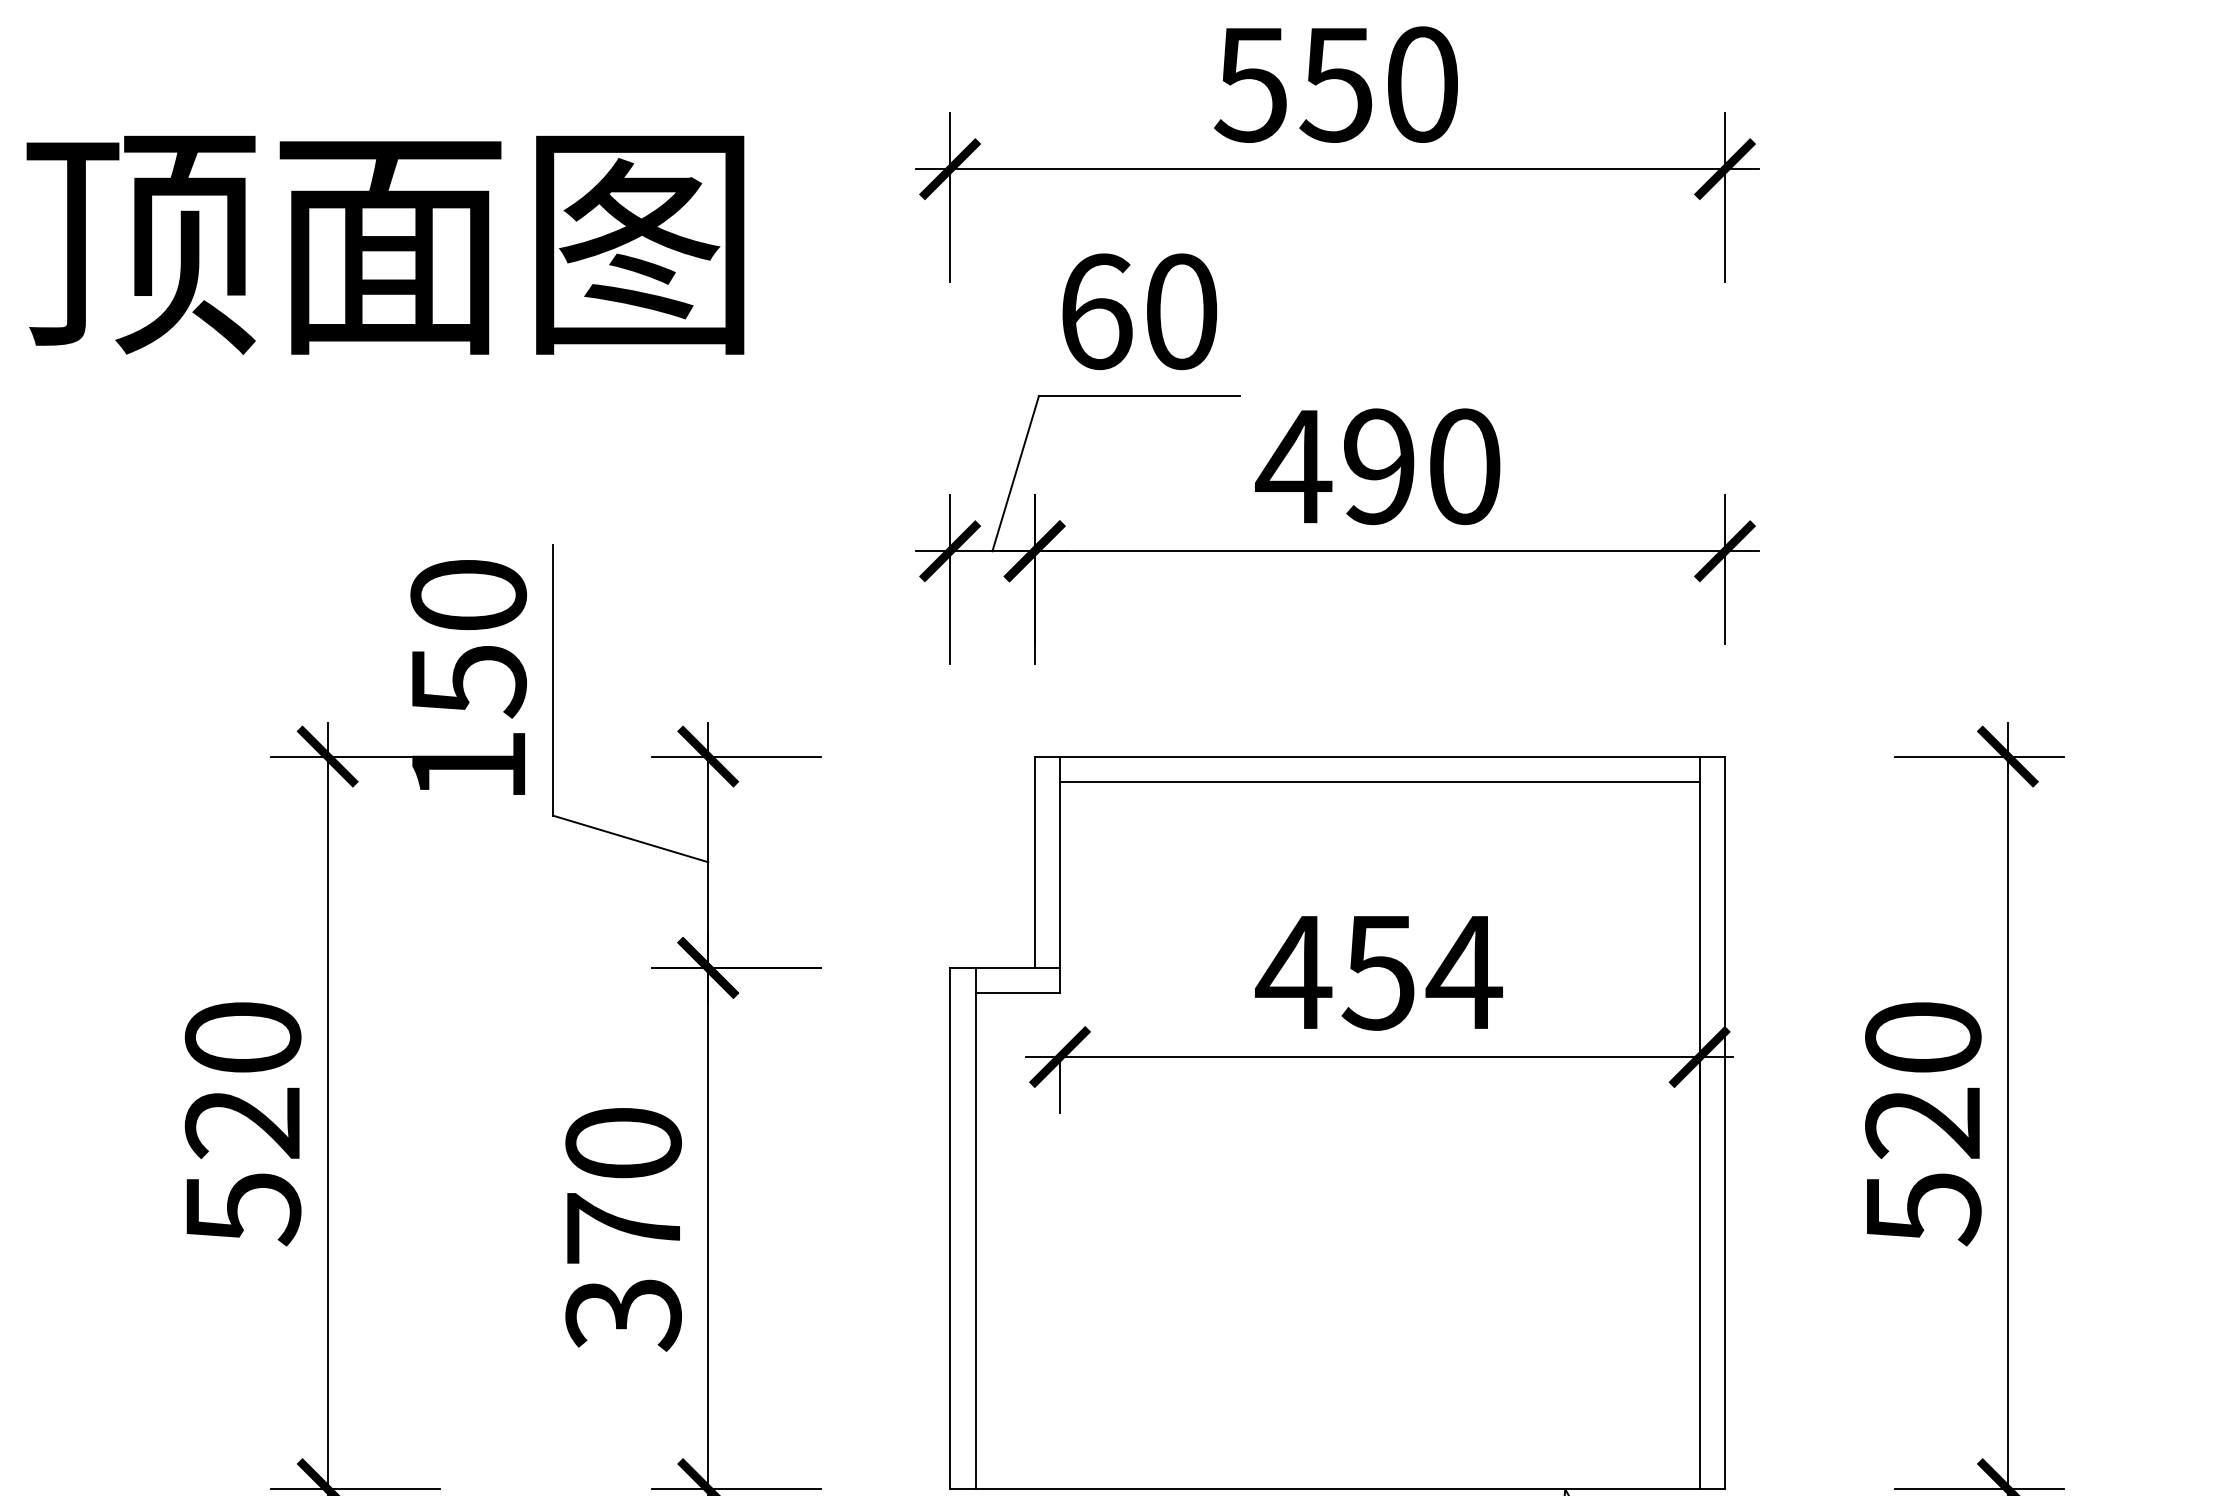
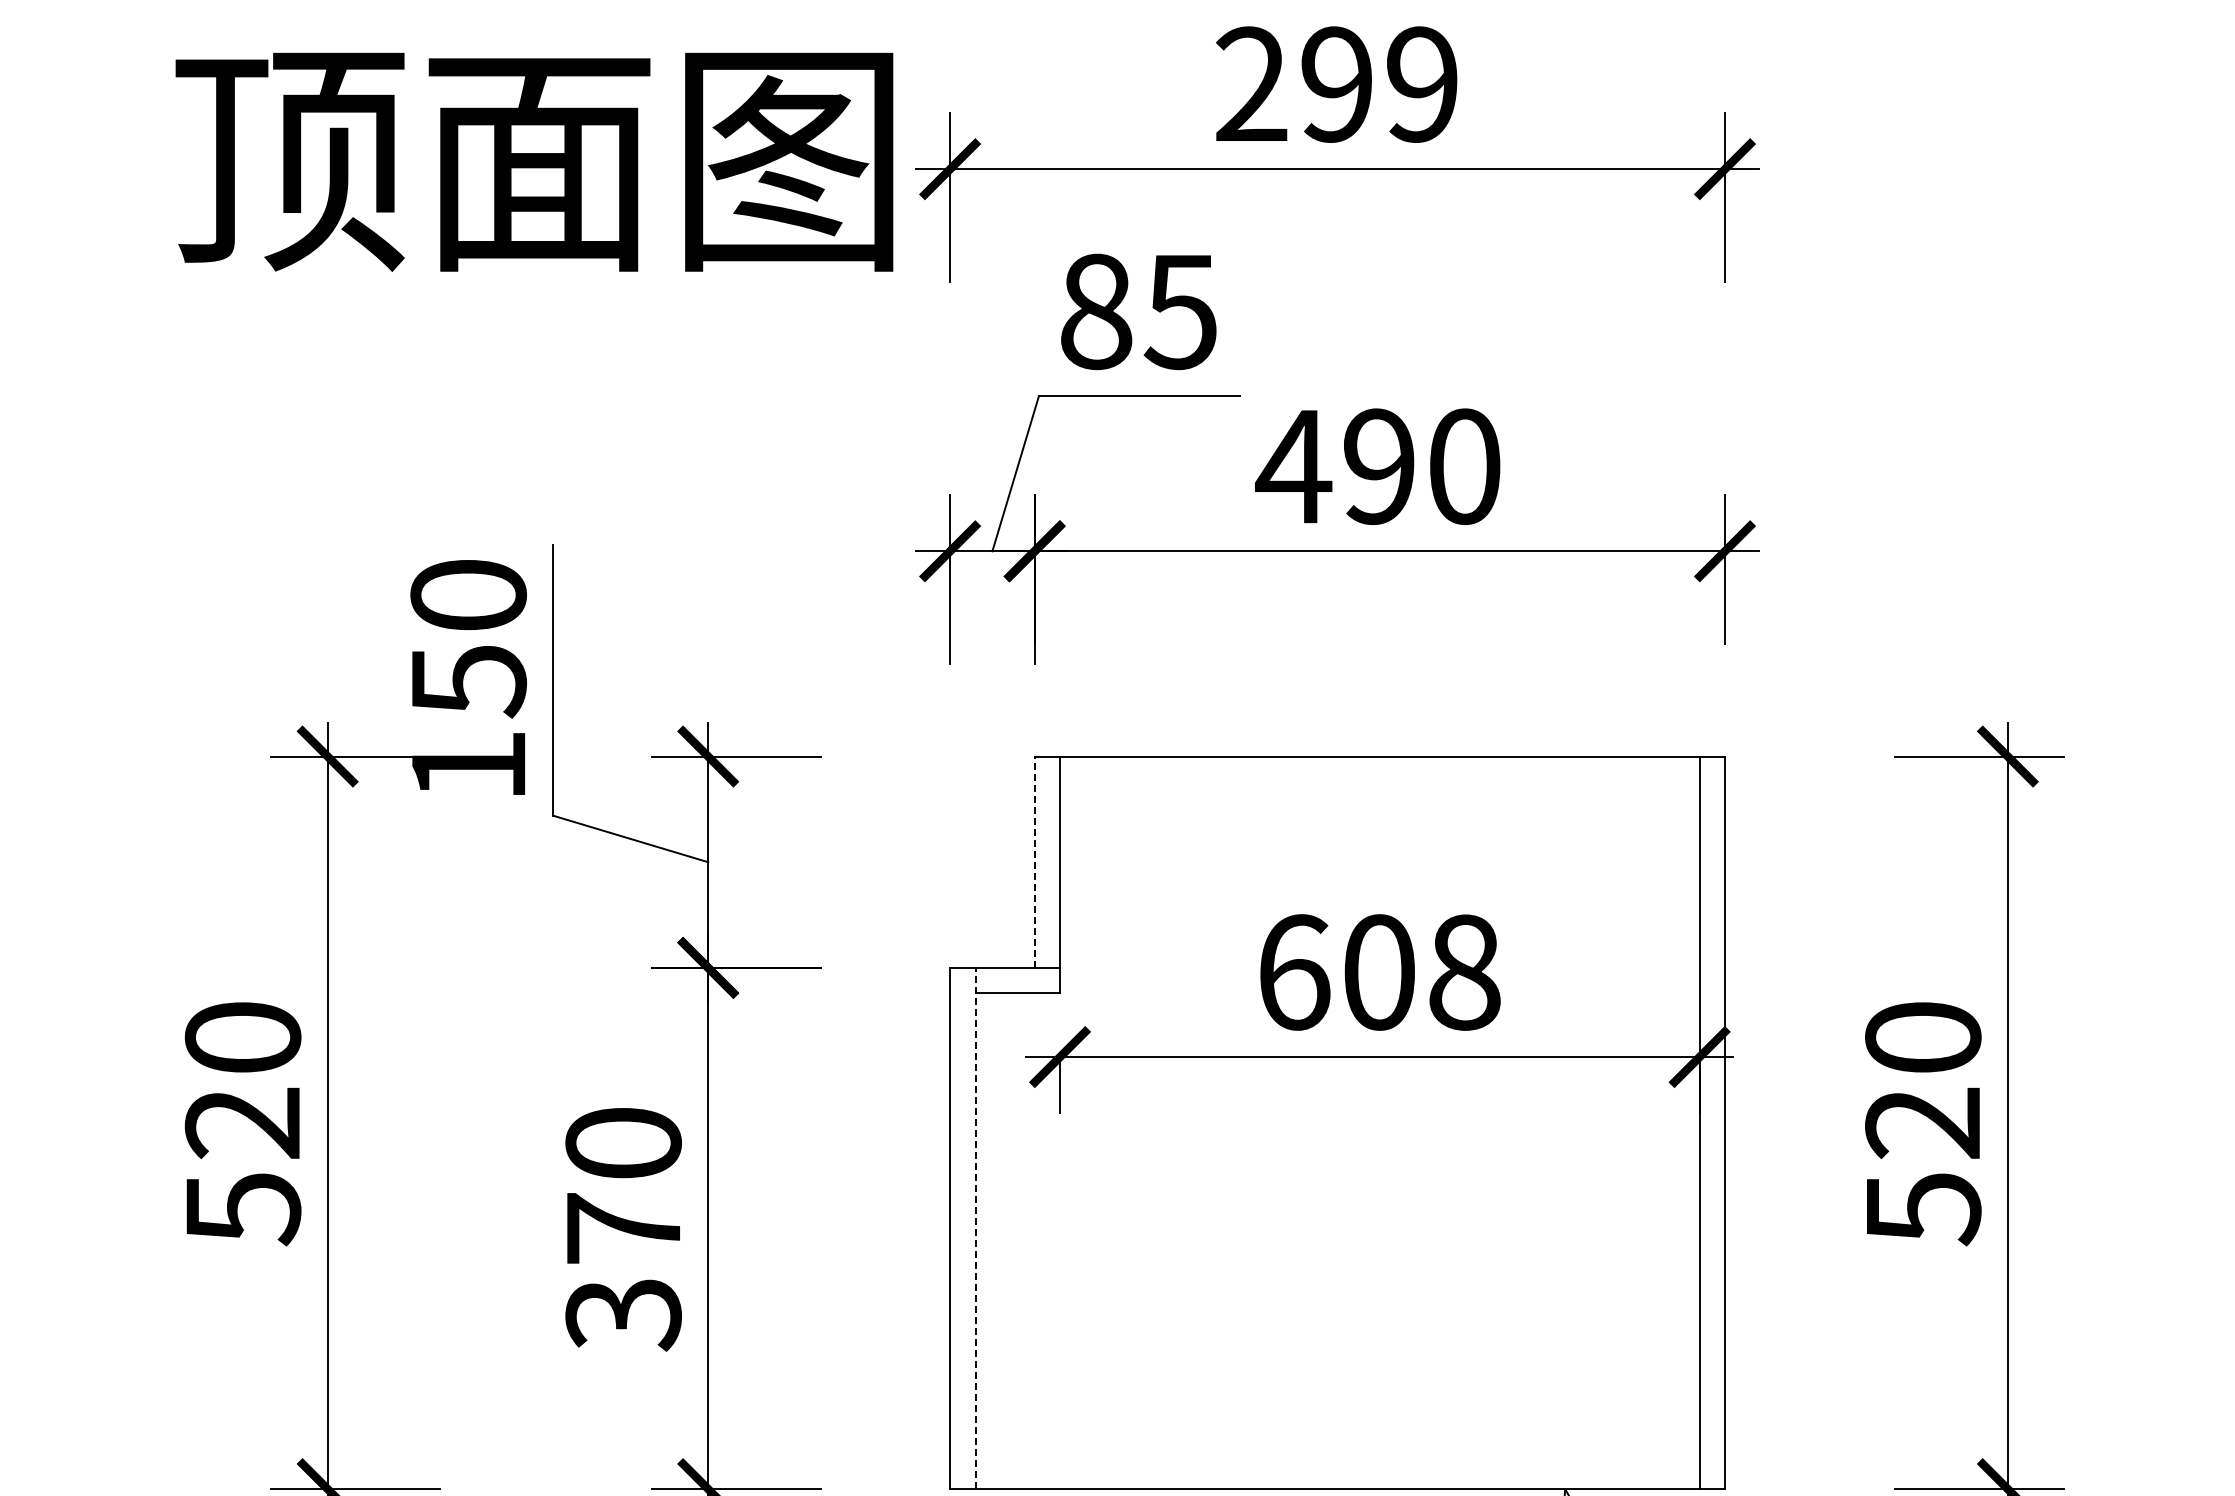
text at (1335, 84): 550 -> 299
text at (385, 244) position: (385, 244) -> (534, 161)
text at (1139, 311): 60 -> 85
line at (1379, 781): present -> none
line at (1034, 862): solid -> dashed
text at (1378, 972): 454 -> 608
line at (975, 1228): solid -> dashed
